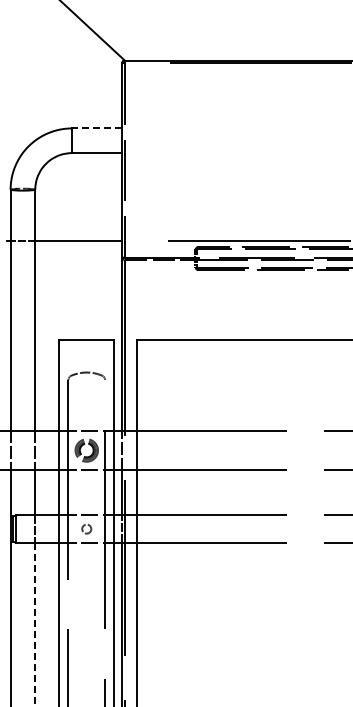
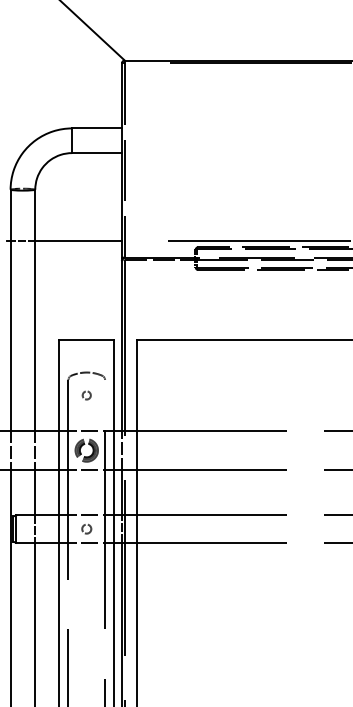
line at (97, 128): dashed -> solid
circle at (86, 395): none -> present
line at (35, 624): dashed -> solid
